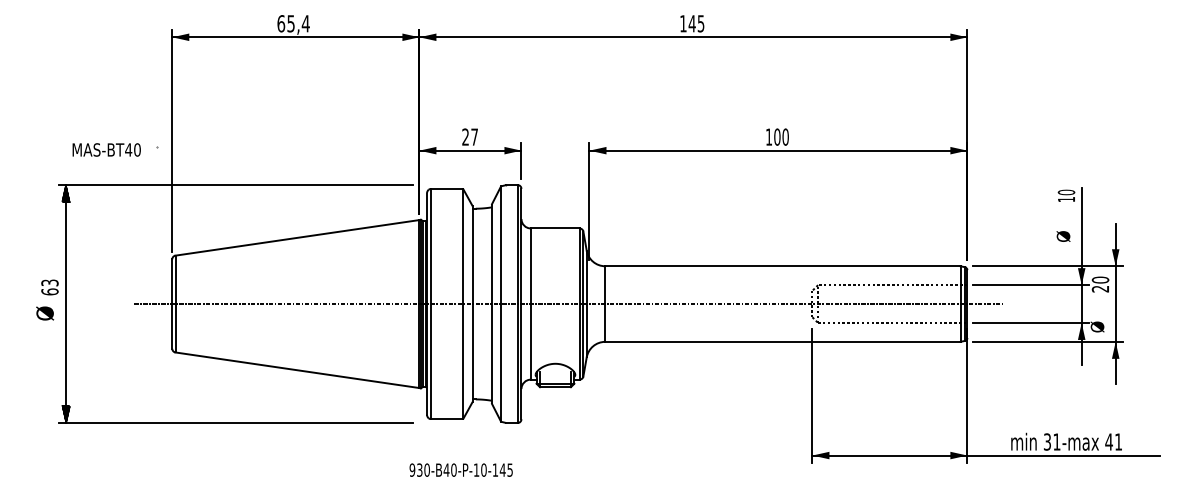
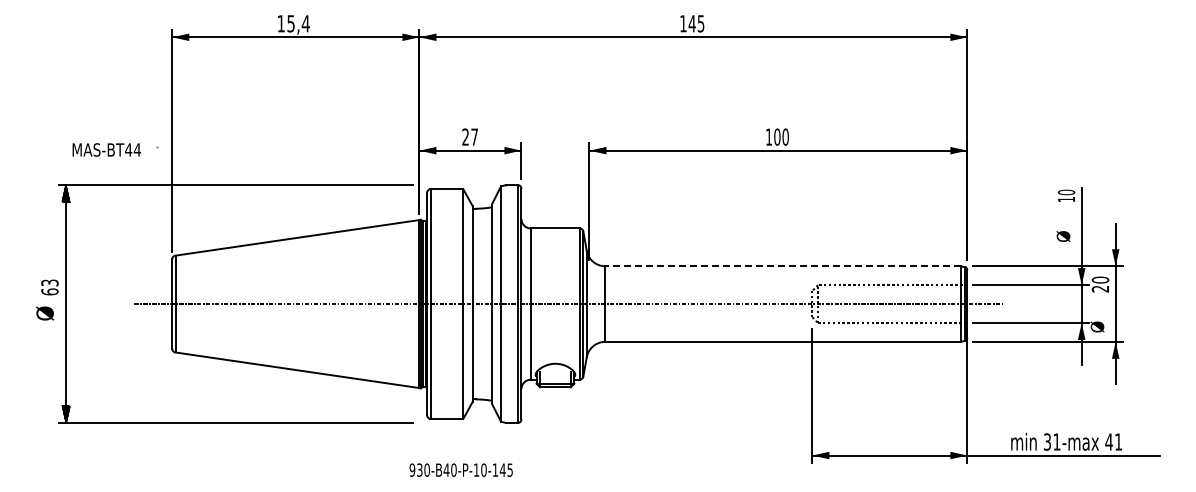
text at (281, 23): 65,4 -> 15,4
text at (137, 149): MAS-BT40 -> MAS-BT44
line at (782, 266): solid -> dashed
